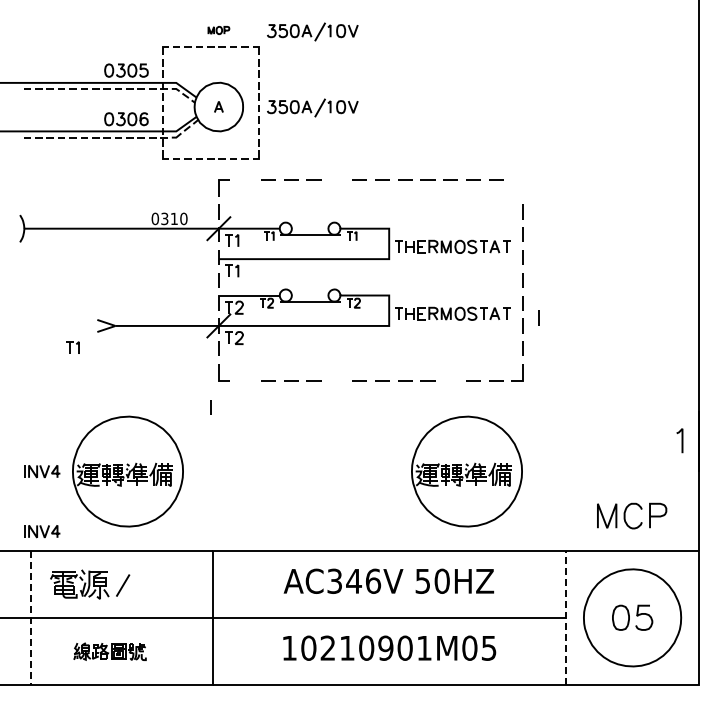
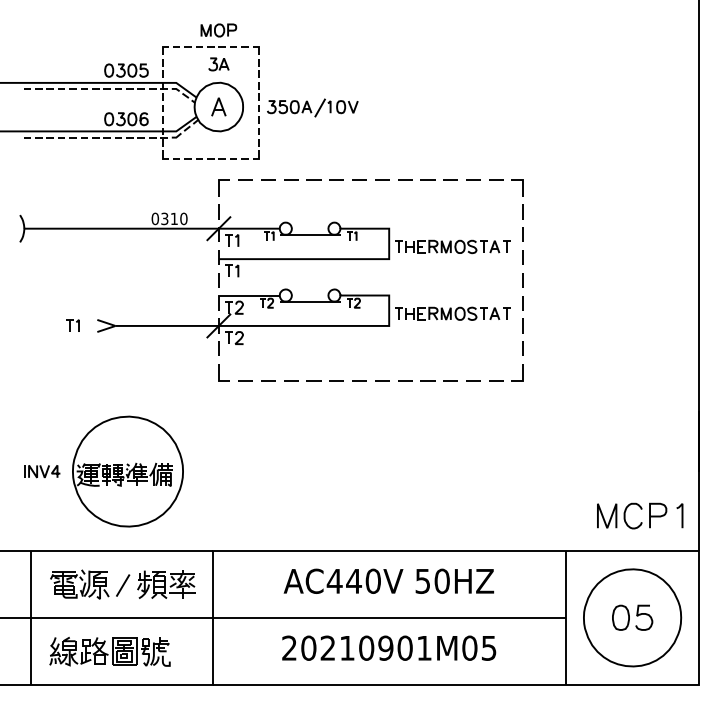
part at (218, 30) size: 24x9 px -> 38x15 px
part at (312, 31): present -> none
part at (218, 64): none -> present
part at (218, 106) size: 10x12 px -> 16x20 px
line at (245, 179): none -> present
line at (336, 179): none -> present
line at (522, 187): none -> present
line at (538, 317): present -> none
part at (72, 347) position: (72, 347) -> (72, 325)
line at (245, 380): none -> present
line at (336, 380): none -> present
line at (450, 380): none -> present
line at (210, 407): present -> none
line at (681, 440) position: (681, 440) -> (681, 515)
part at (466, 471): present -> none
part at (42, 531): present -> none
text at (353, 580): AC346V -> AC440V
part at (166, 584): none -> present
line at (30, 617): dashed -> solid
line at (565, 617): dashed -> solid
text at (289, 647): 10210901M05 -> 20210901M05
part at (109, 651) size: 74x19 px -> 122x31 px
